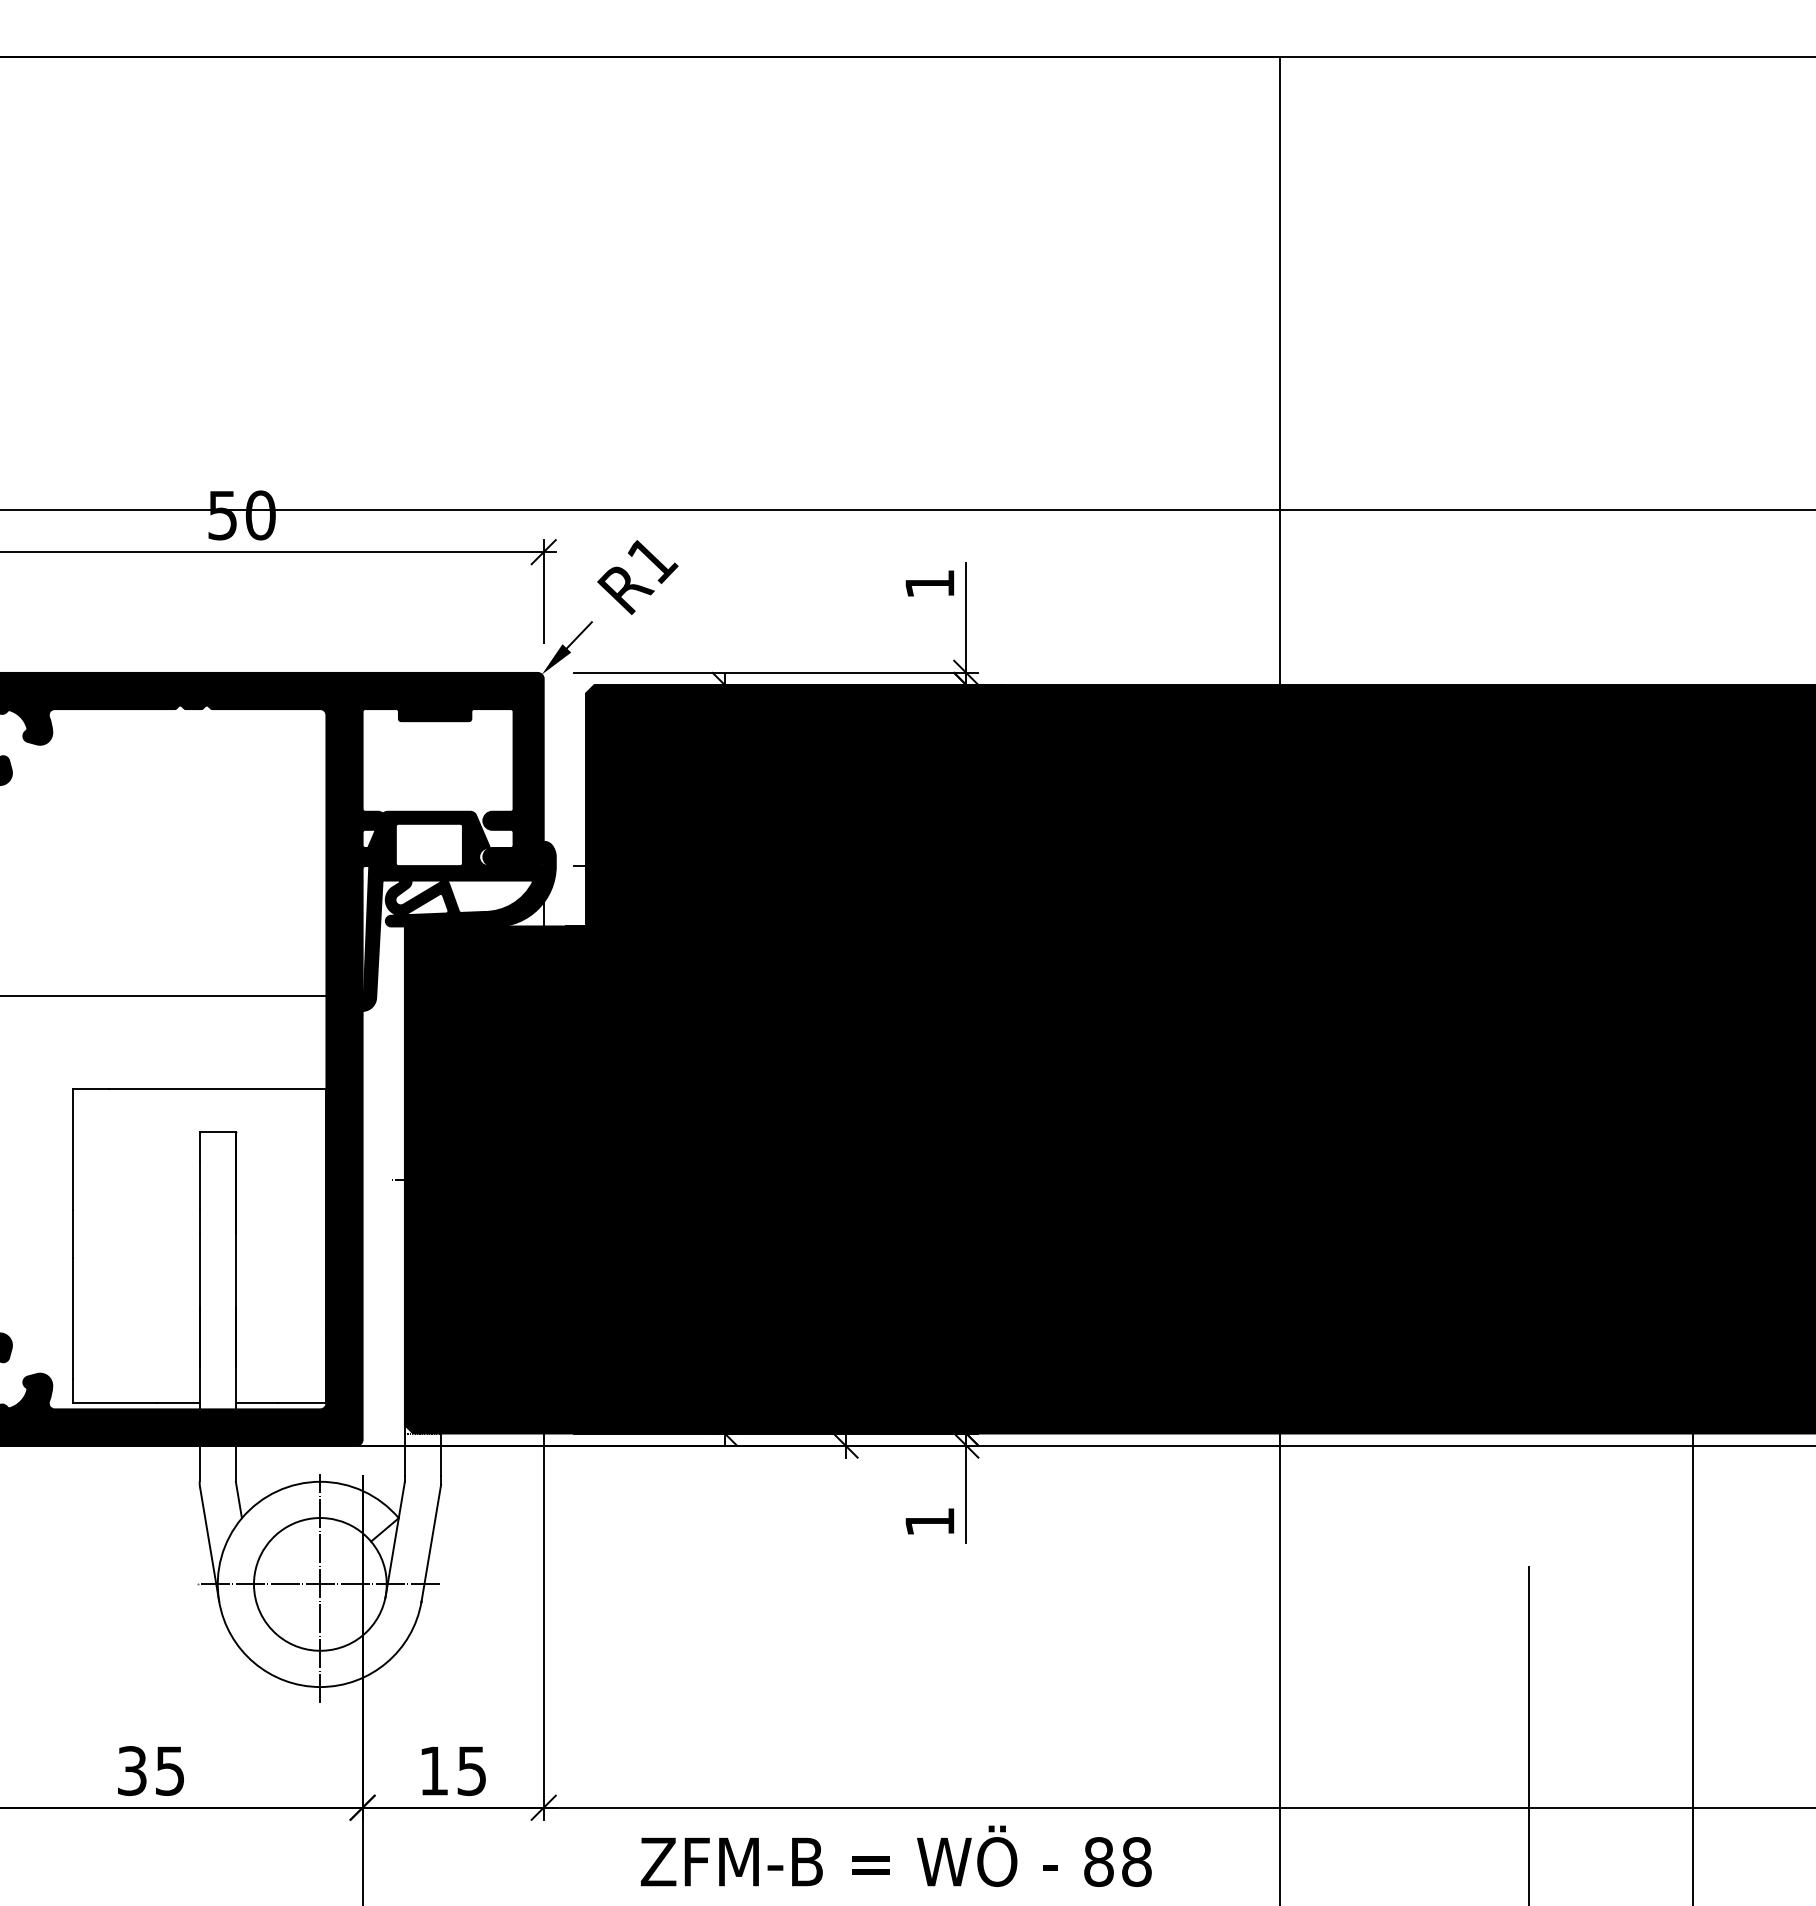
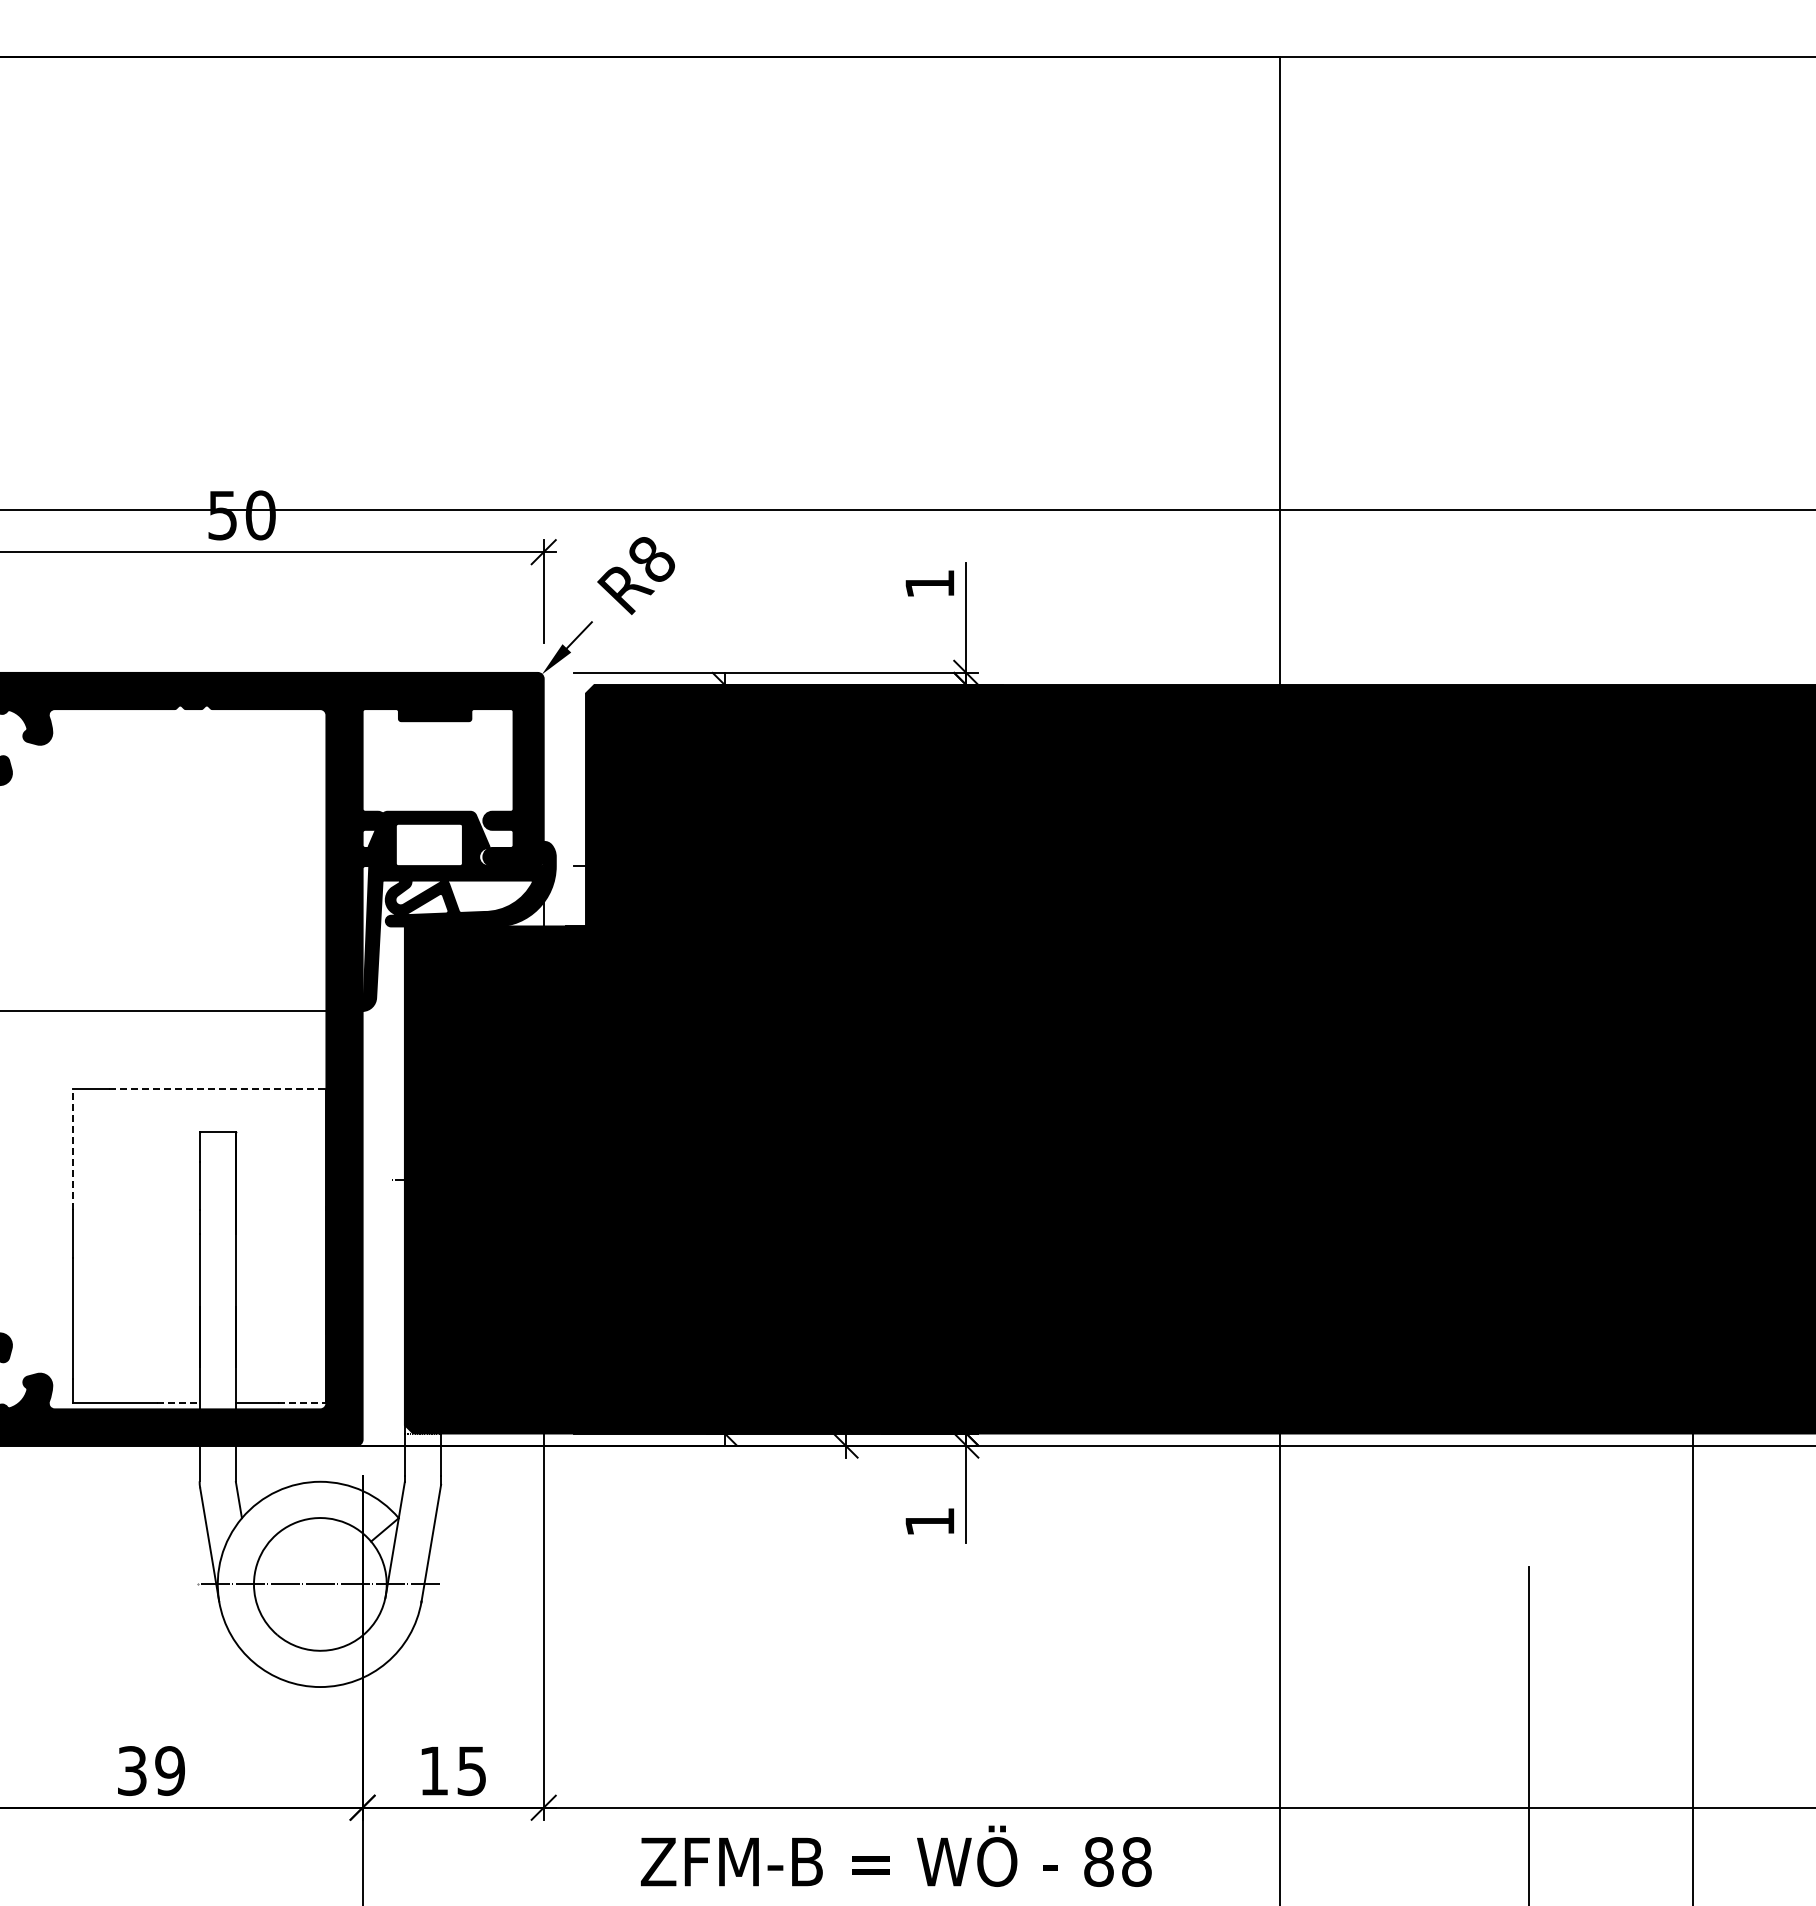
text at (653, 560): R1 -> R8
line at (182, 996) position: (182, 996) -> (182, 1011)
line at (217, 1089): solid -> dashed
line at (72, 1149): solid -> dashed
line at (179, 1403): solid -> dashed
line at (302, 1403): solid -> dashed
line at (320, 1588): present -> none
text at (169, 1770): 35 -> 39
